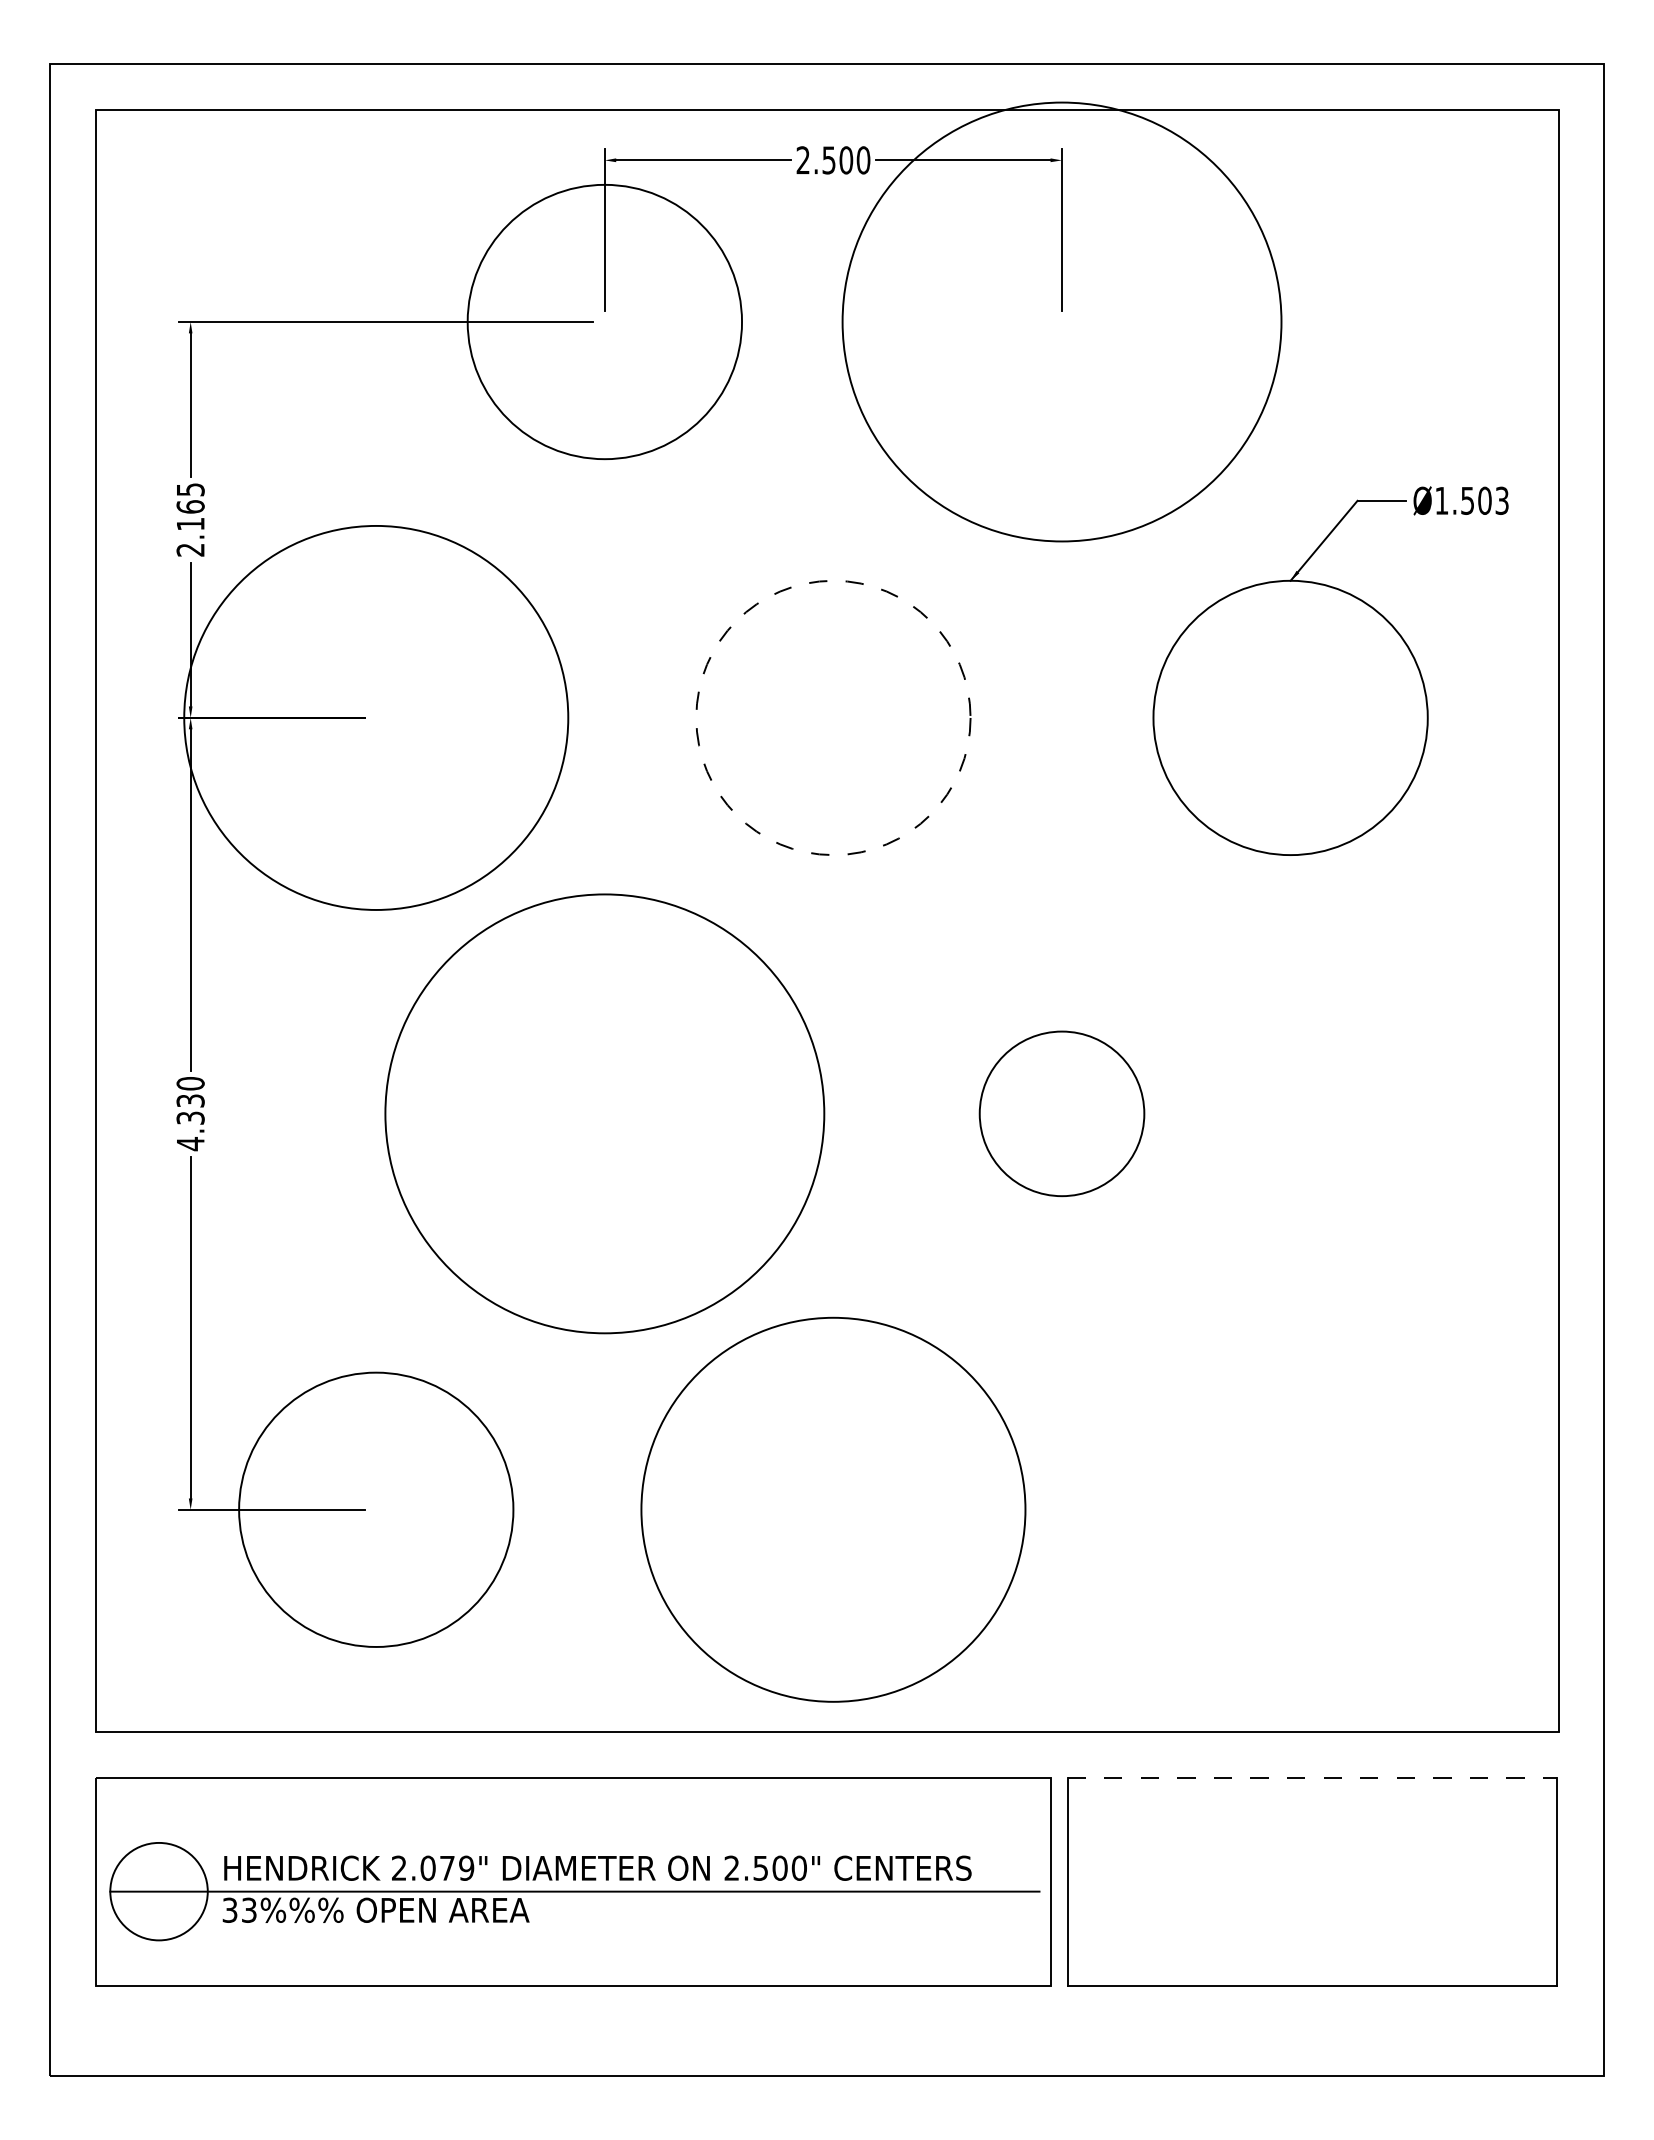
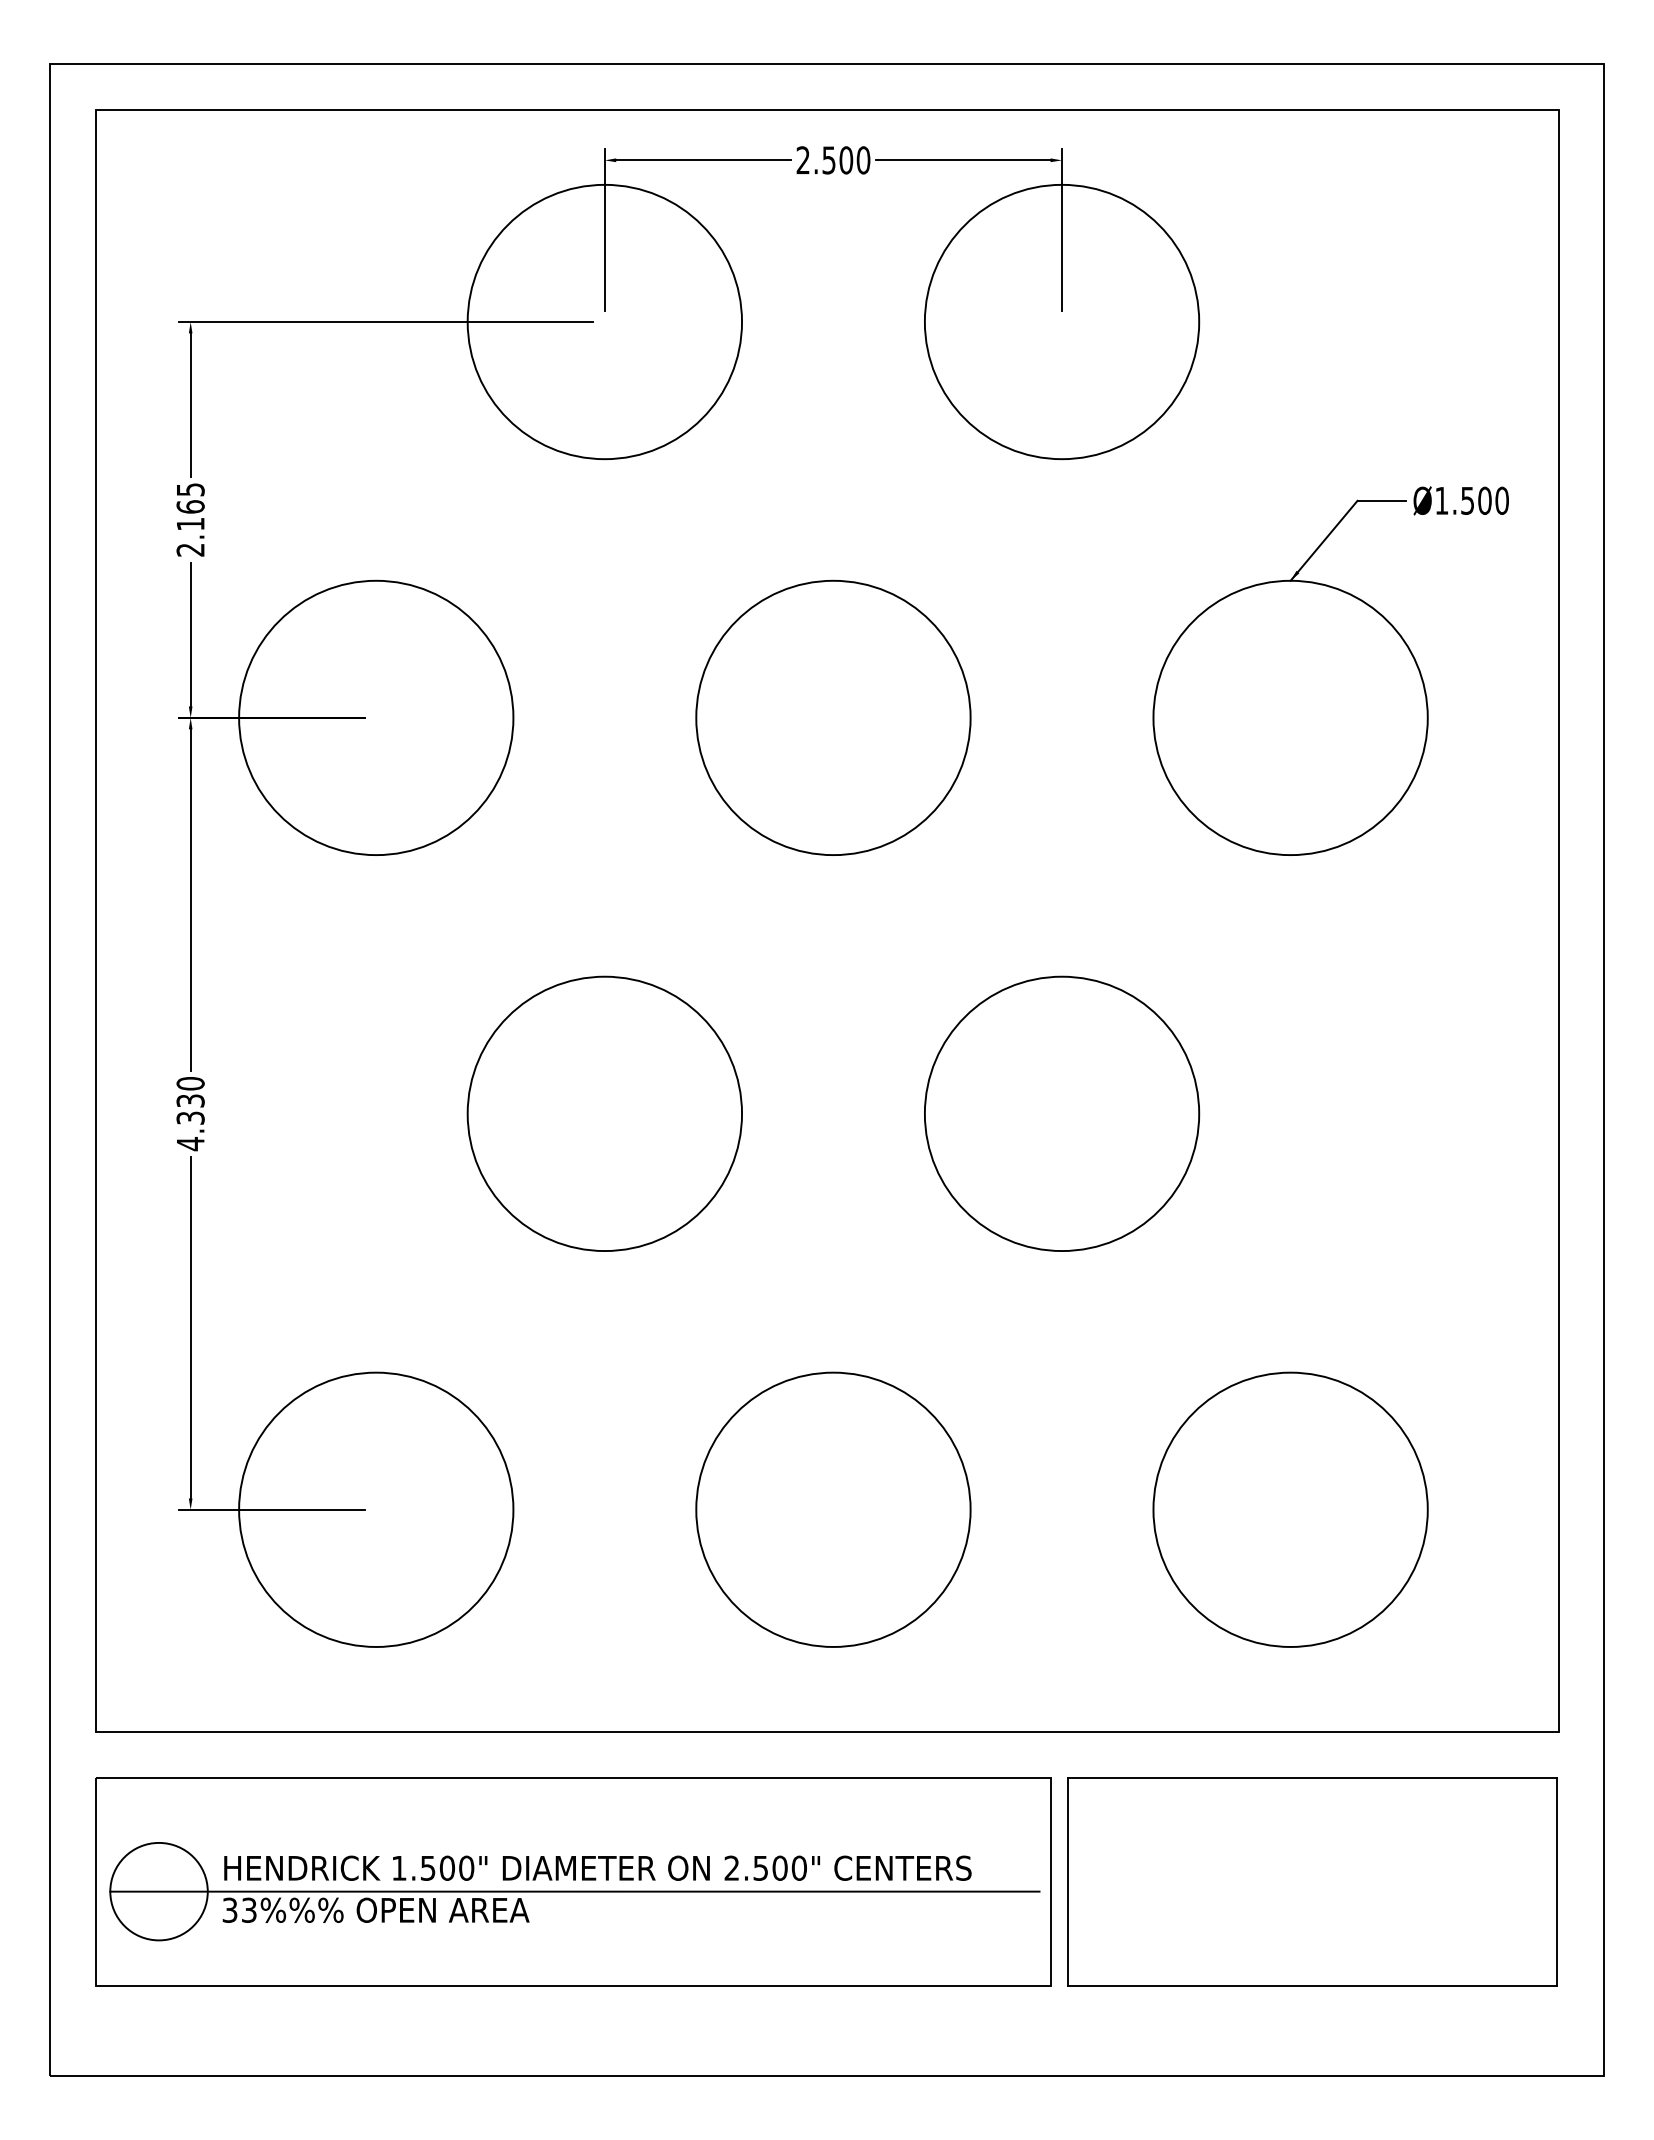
circle at (1061, 321) diameter: 439 px -> 274 px
text at (1501, 500): Ø1.503 -> Ø1.500
circle at (376, 717) diameter: 384 px -> 274 px
circle at (833, 717): dashed -> solid
circle at (604, 1113) diameter: 439 px -> 274 px
circle at (1061, 1113) diameter: 165 px -> 274 px
circle at (833, 1509) diameter: 384 px -> 274 px
circle at (1290, 1509): none -> present
line at (1312, 1778): dashed -> solid
text at (433, 1867): 2.079" -> 1.500"
